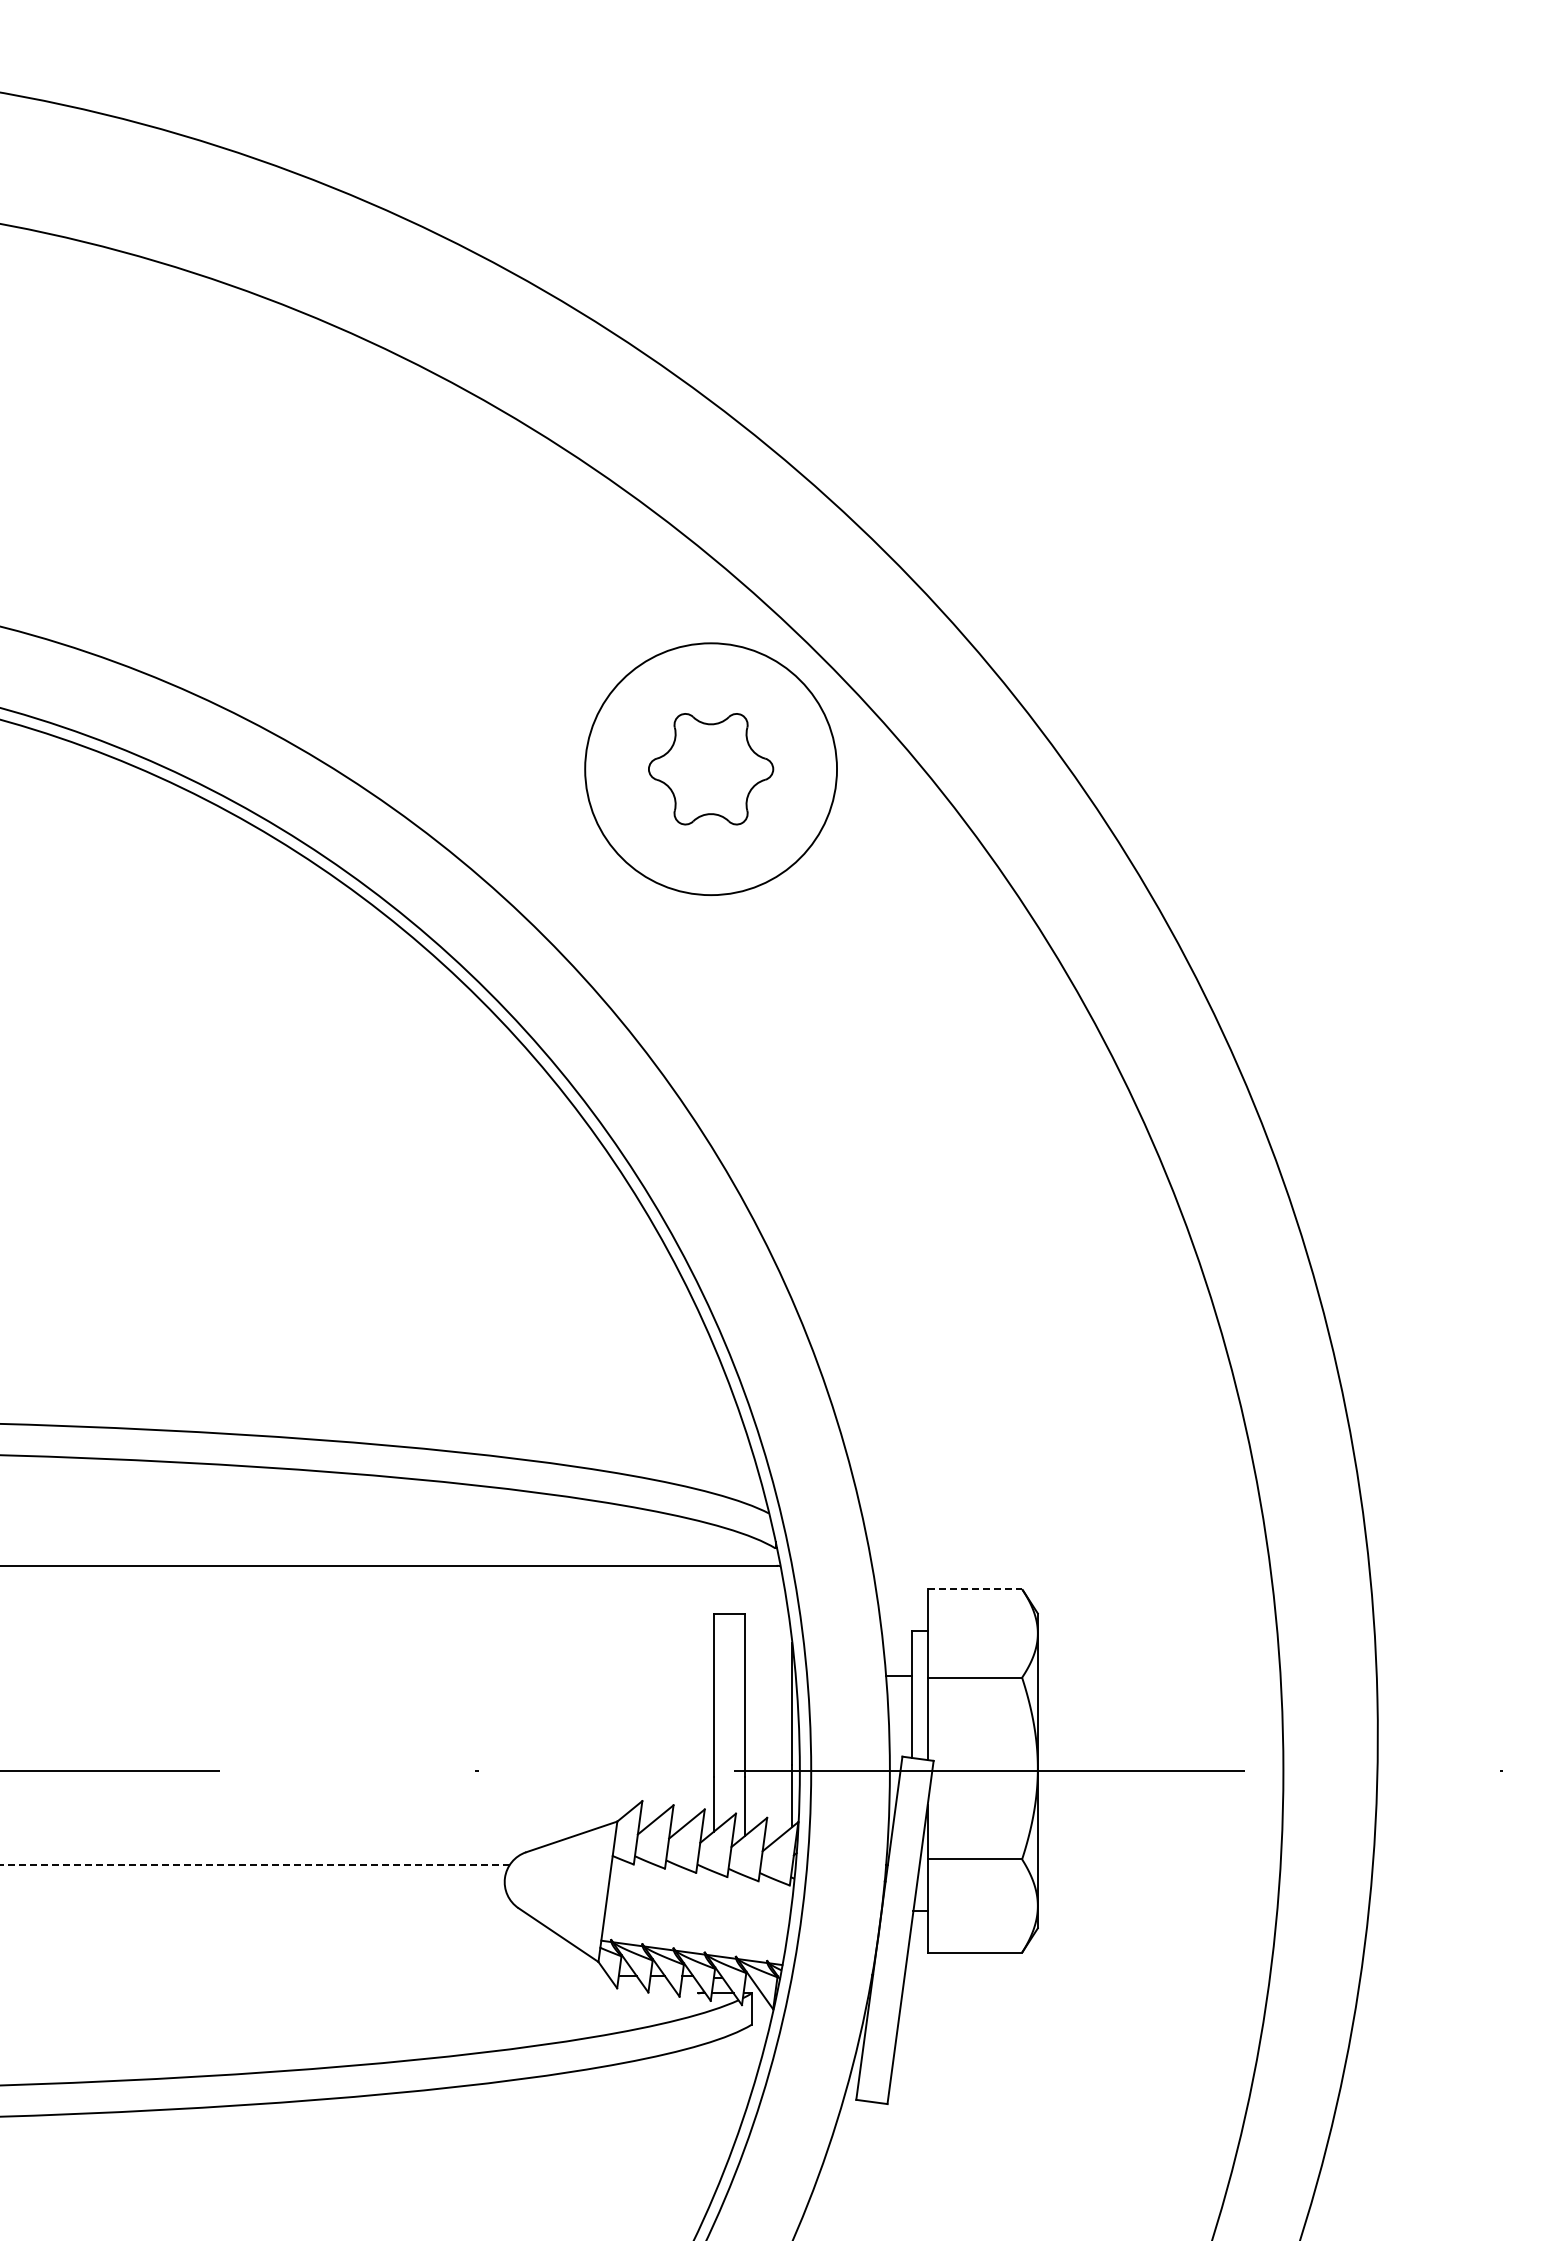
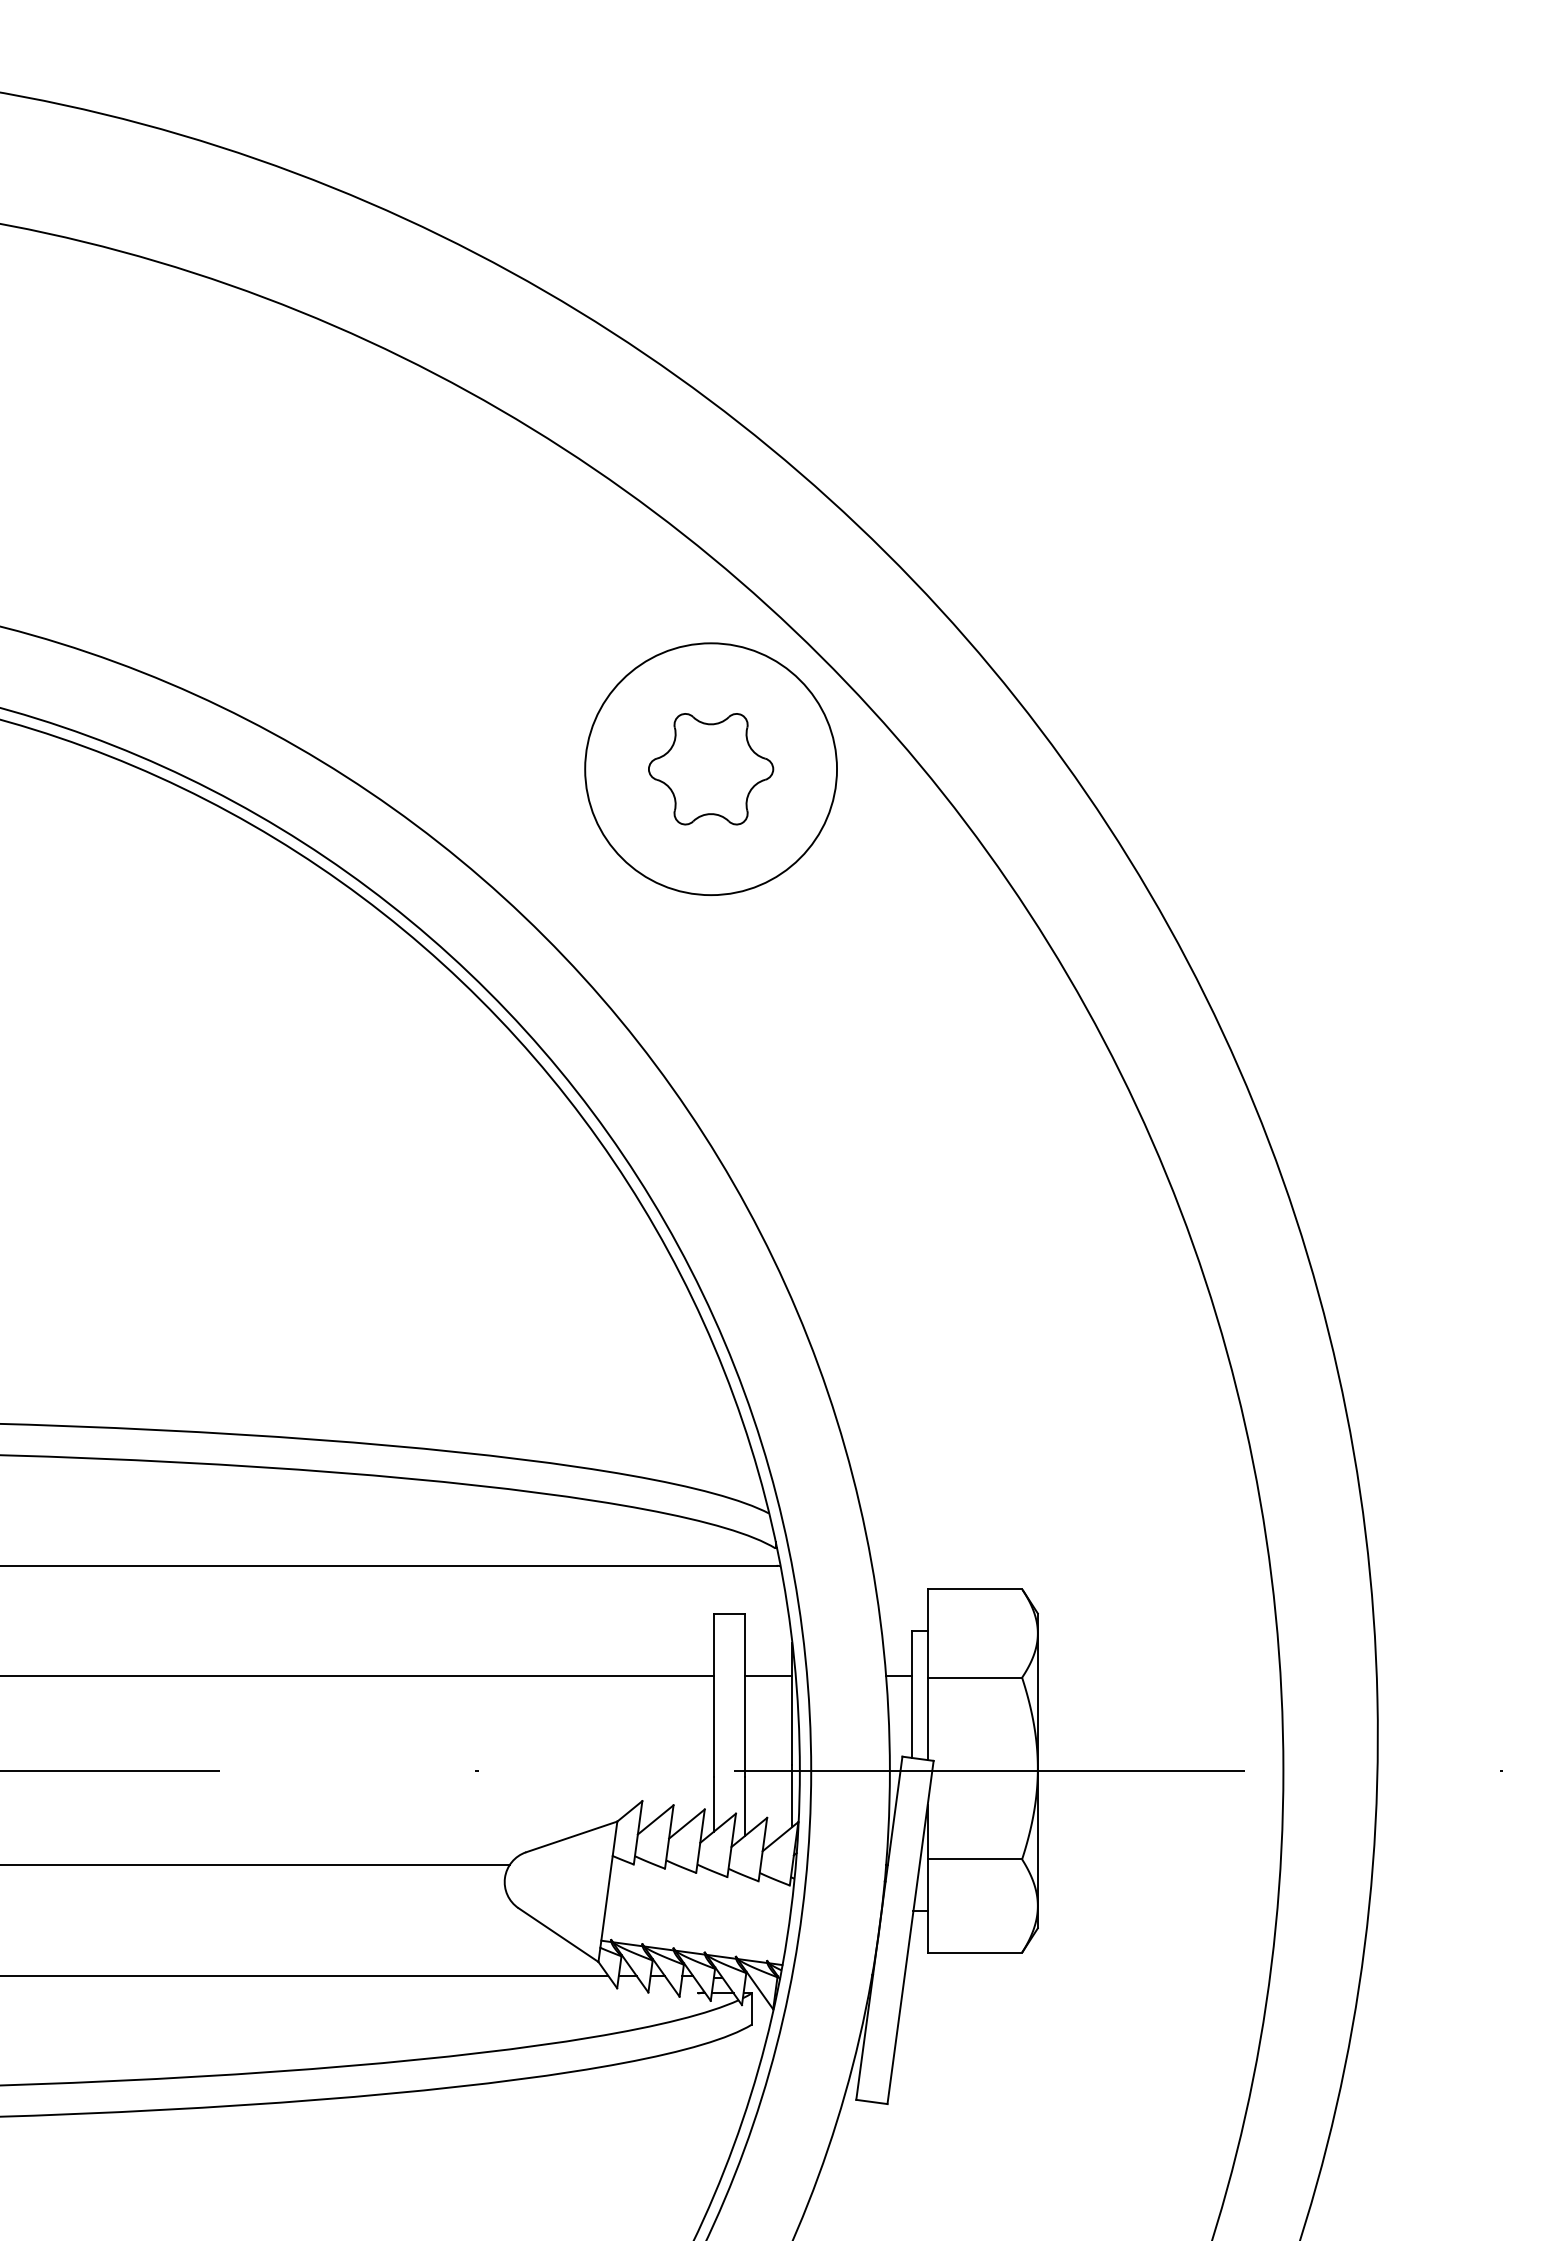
line at (975, 1589): dashed -> solid
line at (357, 1676): none -> present
line at (768, 1676): none -> present
line at (254, 1865): dashed -> solid
line at (305, 1976): none -> present
